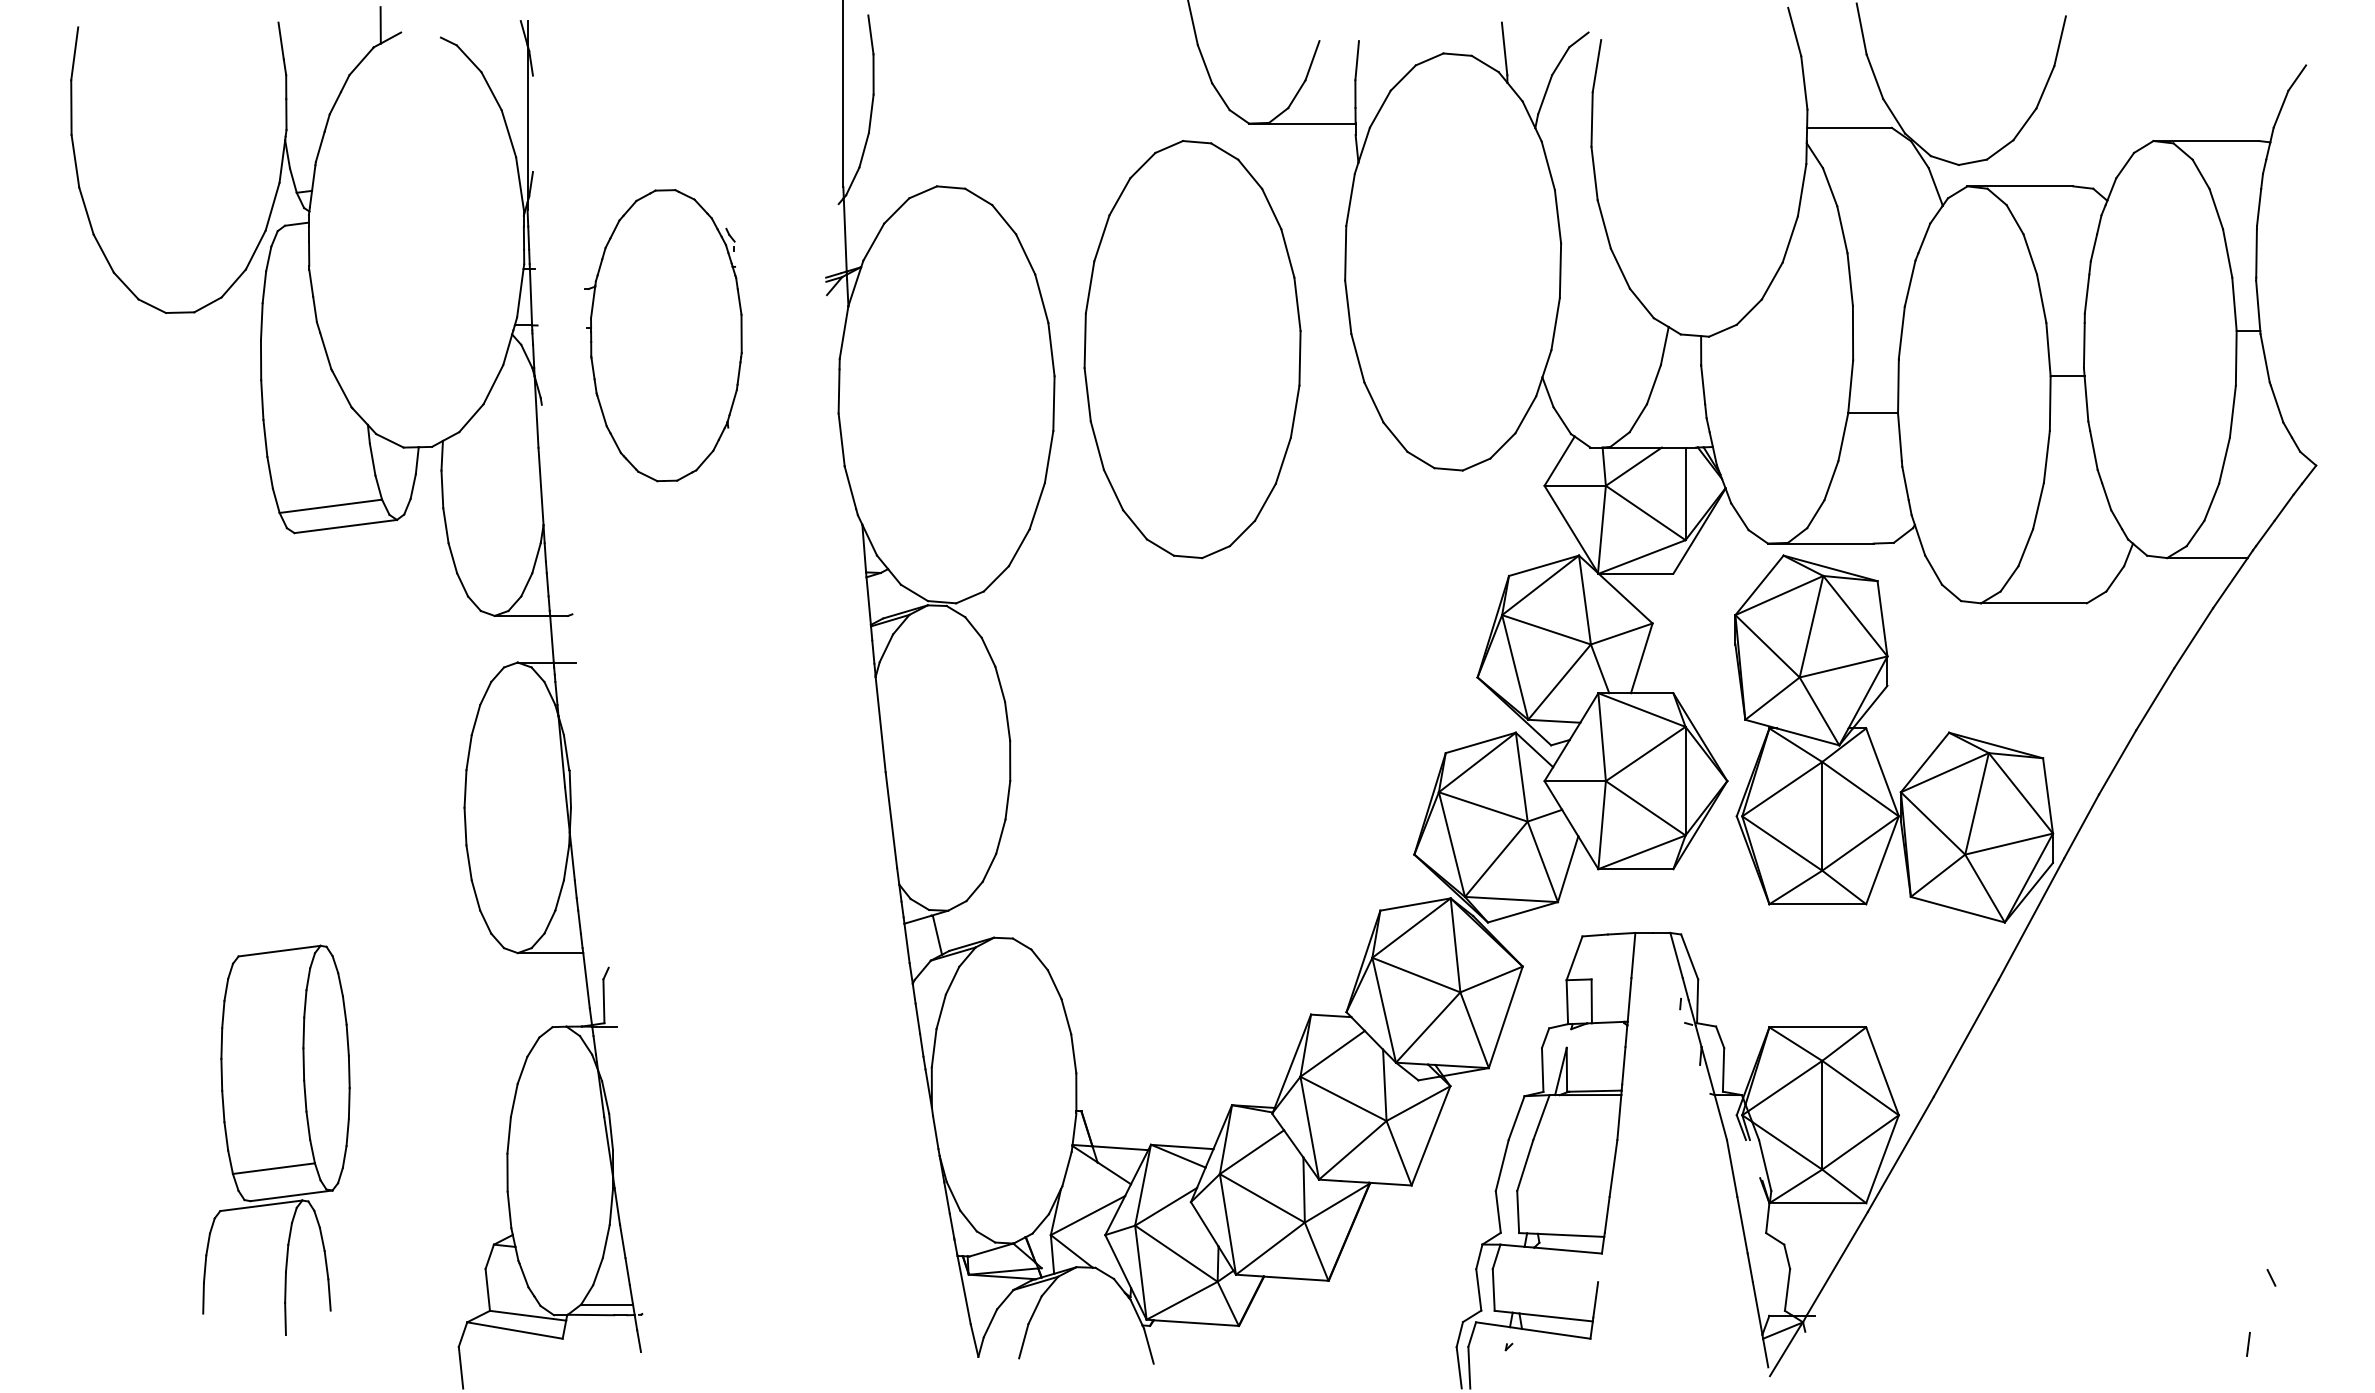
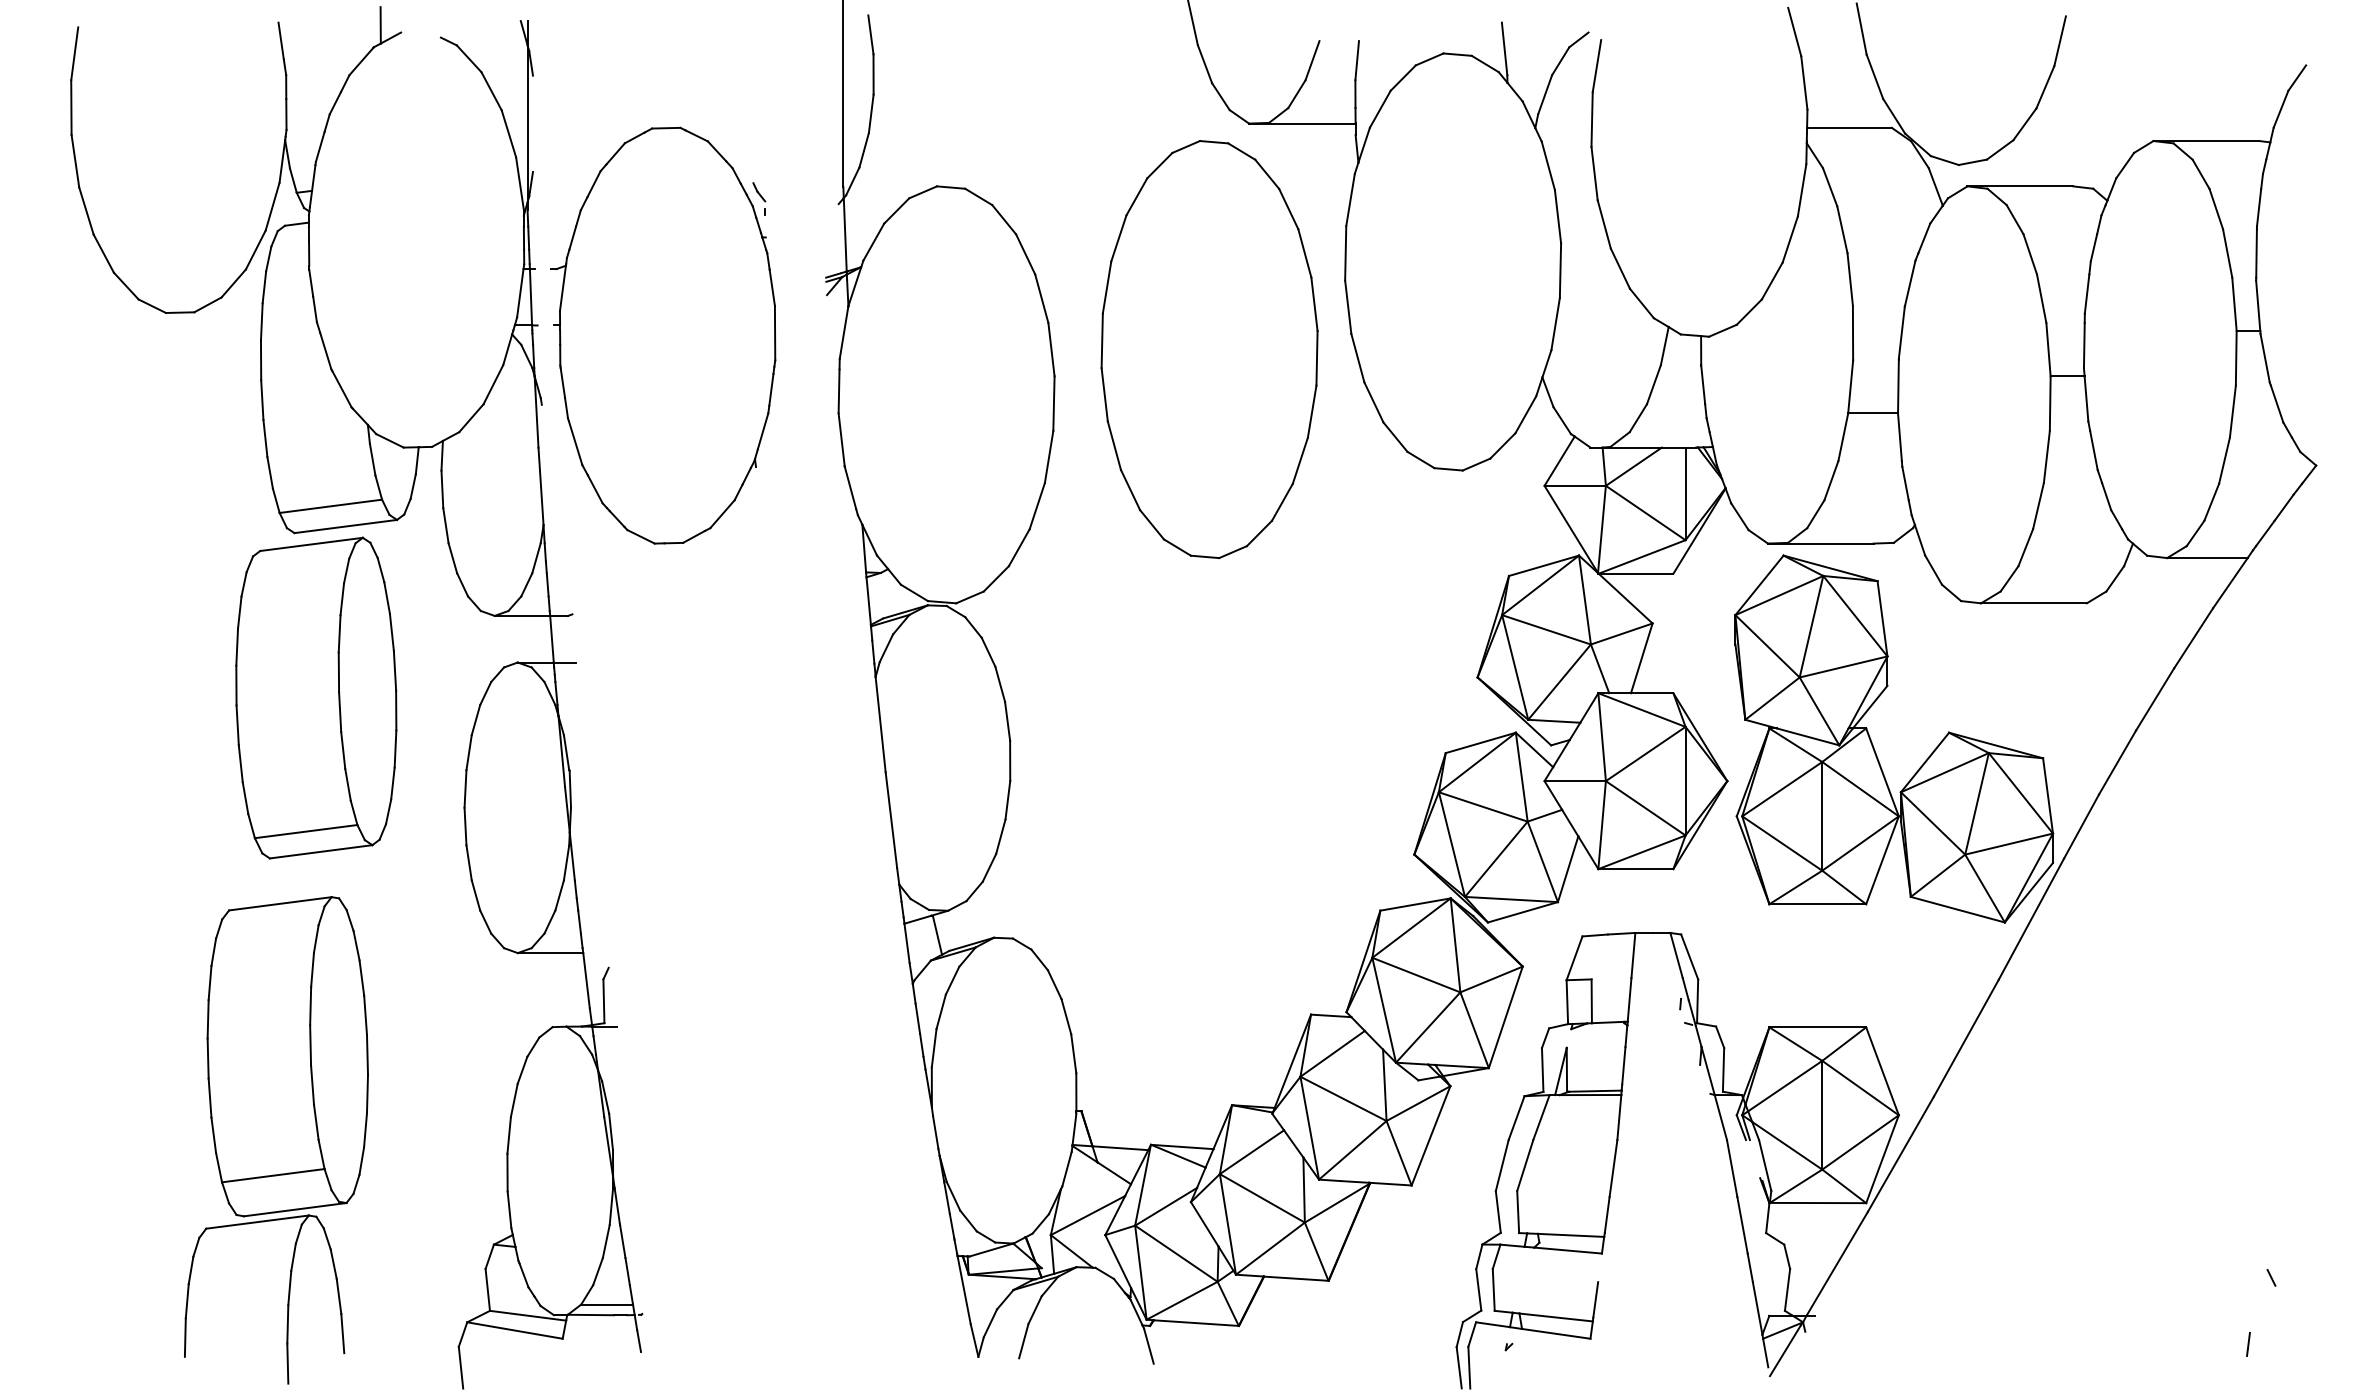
part at (663, 335) size: 159x294 px -> 227x419 px
part at (1192, 349) position: (1192, 349) -> (1209, 349)
part at (316, 697): none -> present
part at (276, 1139) size: 149x392 px -> 185x489 px
